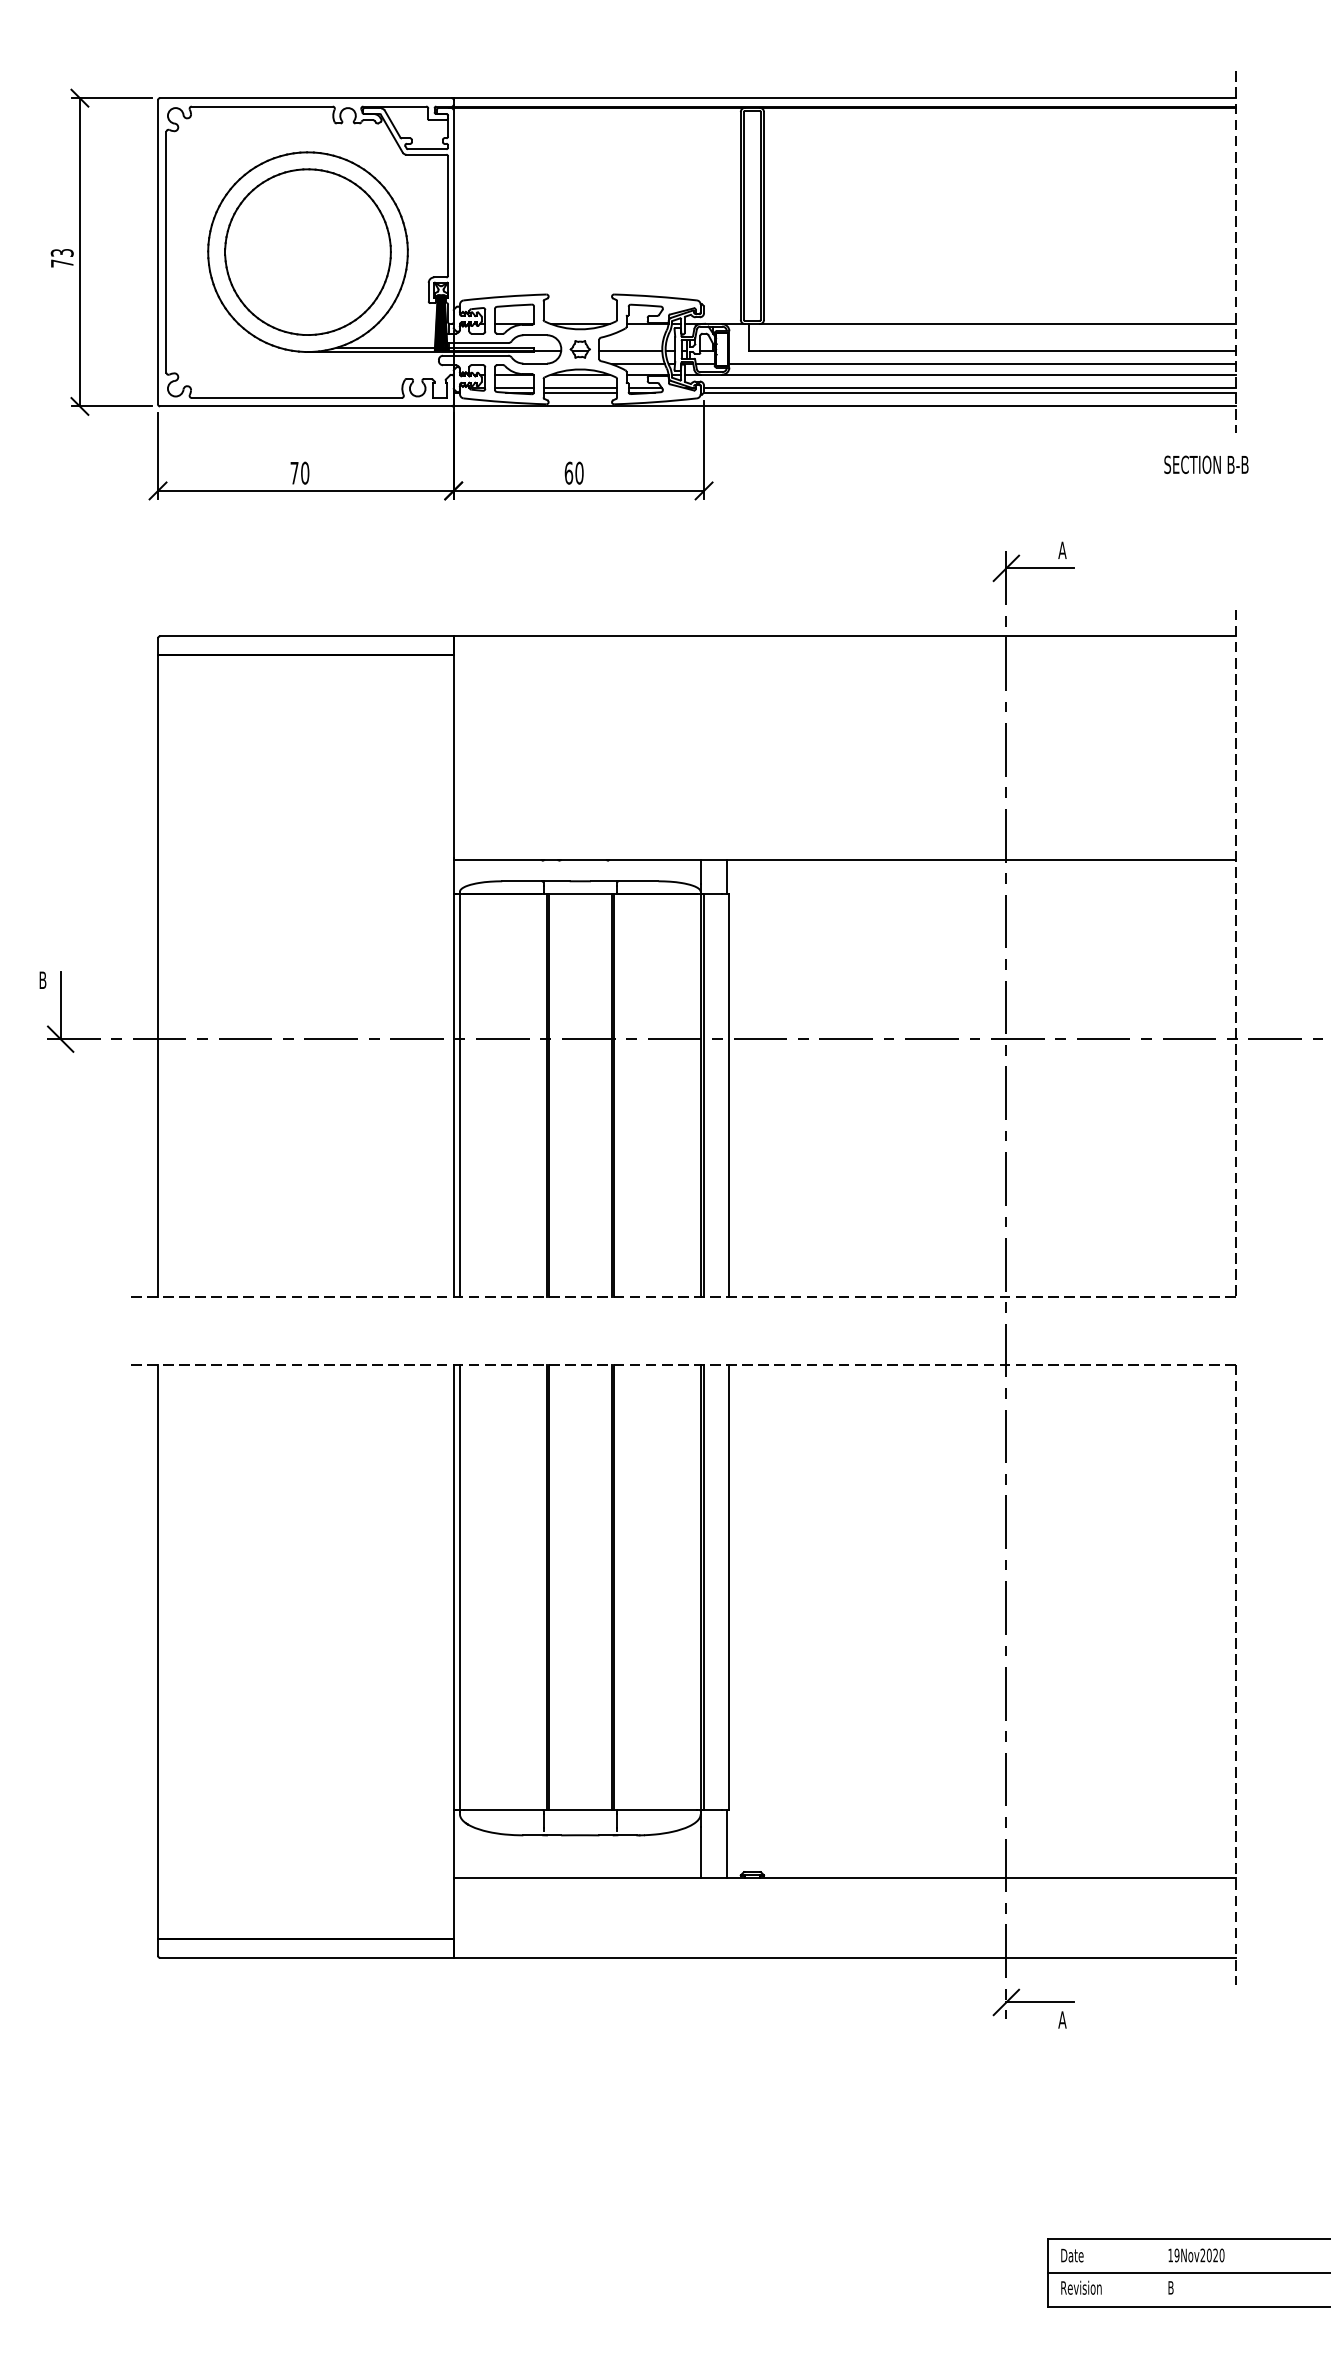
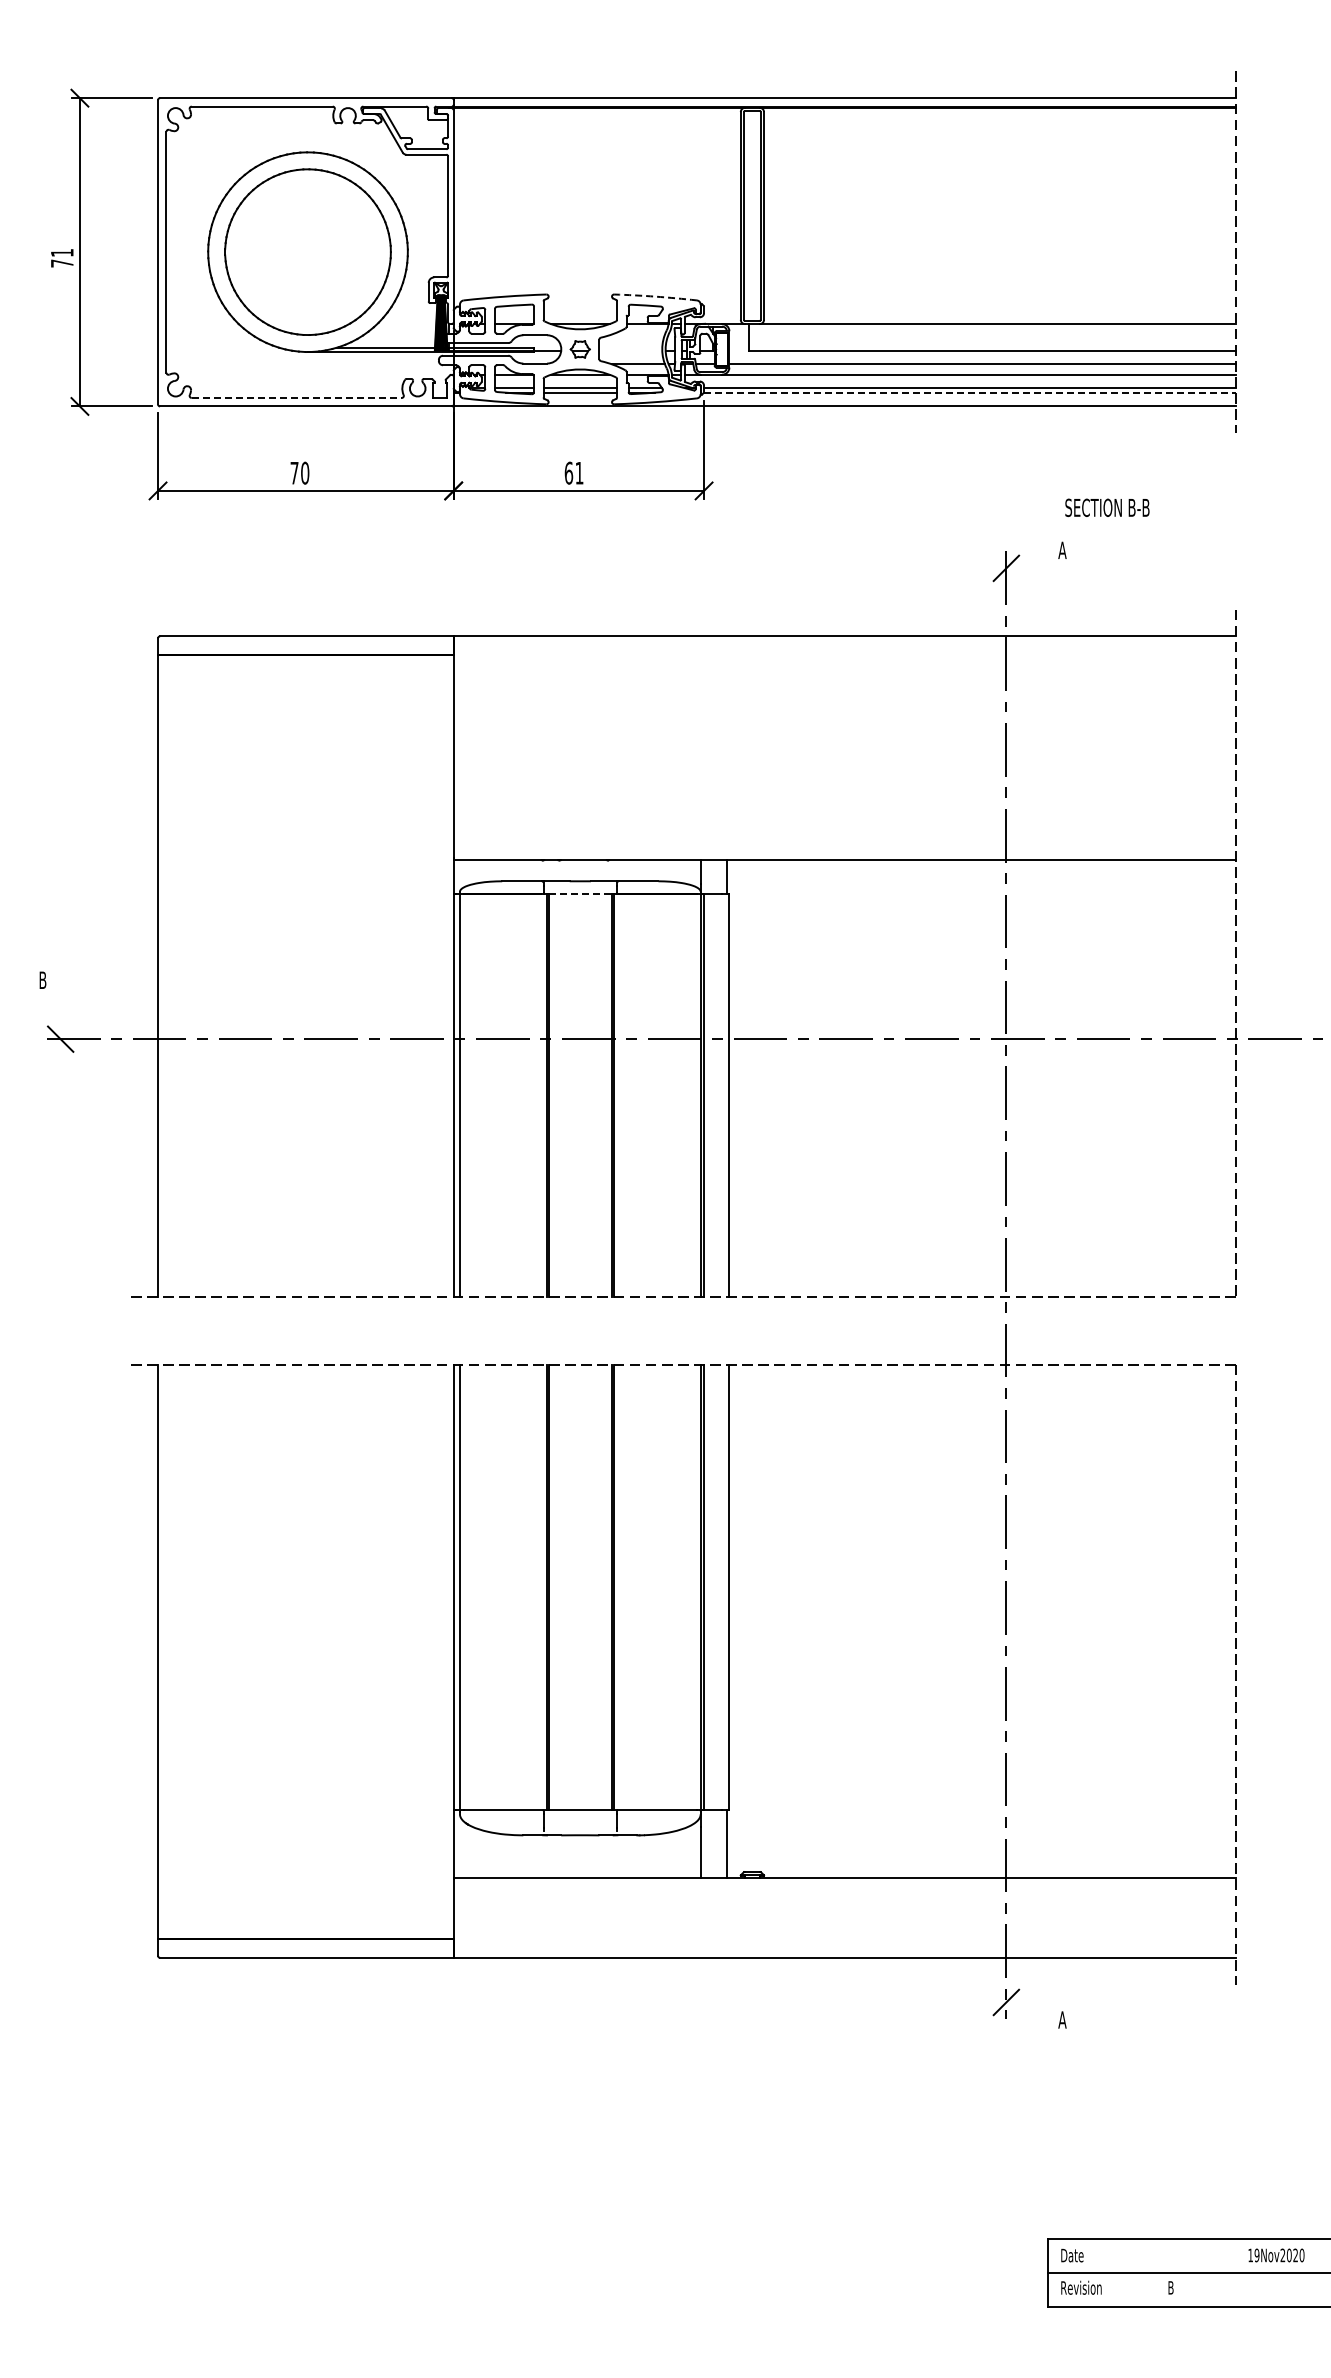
text at (61, 252): 73 -> 71
arc at (655, 296): solid -> dashed
line at (630, 351): present -> none
line at (969, 392): solid -> dashed
line at (297, 397): solid -> dashed
text at (1206, 464) position: (1206, 464) -> (1107, 507)
text at (579, 472): 60 -> 61
line at (1039, 568): present -> none
line at (580, 893): solid -> dashed
line at (60, 1005): present -> none
line at (1039, 2002): present -> none
text at (1196, 2255) position: (1196, 2255) -> (1276, 2255)
